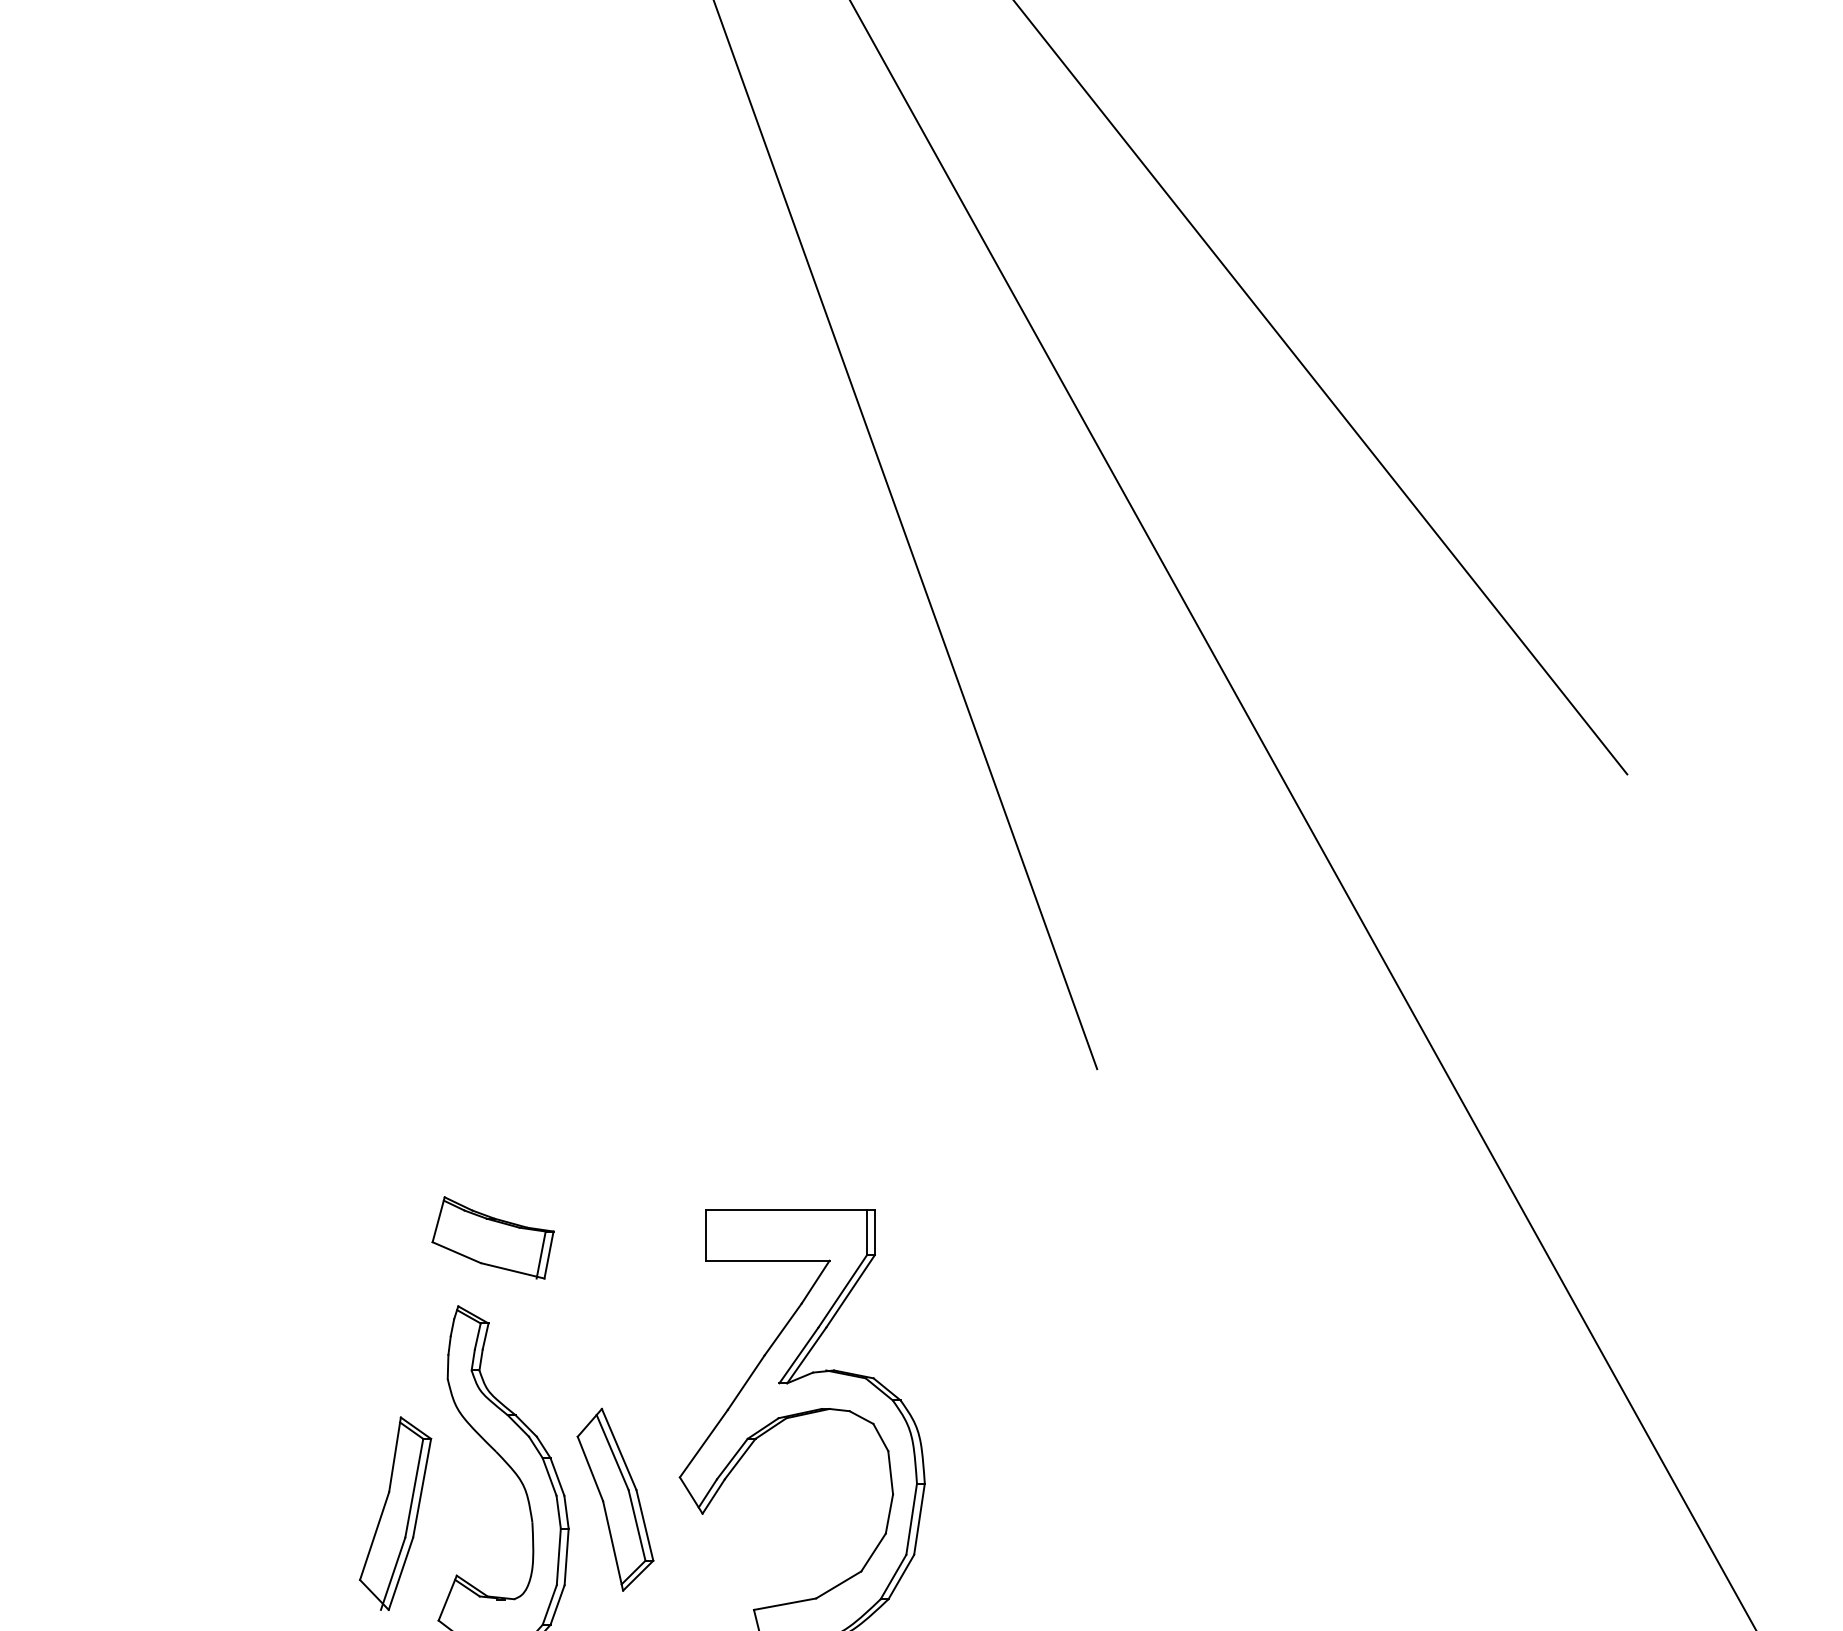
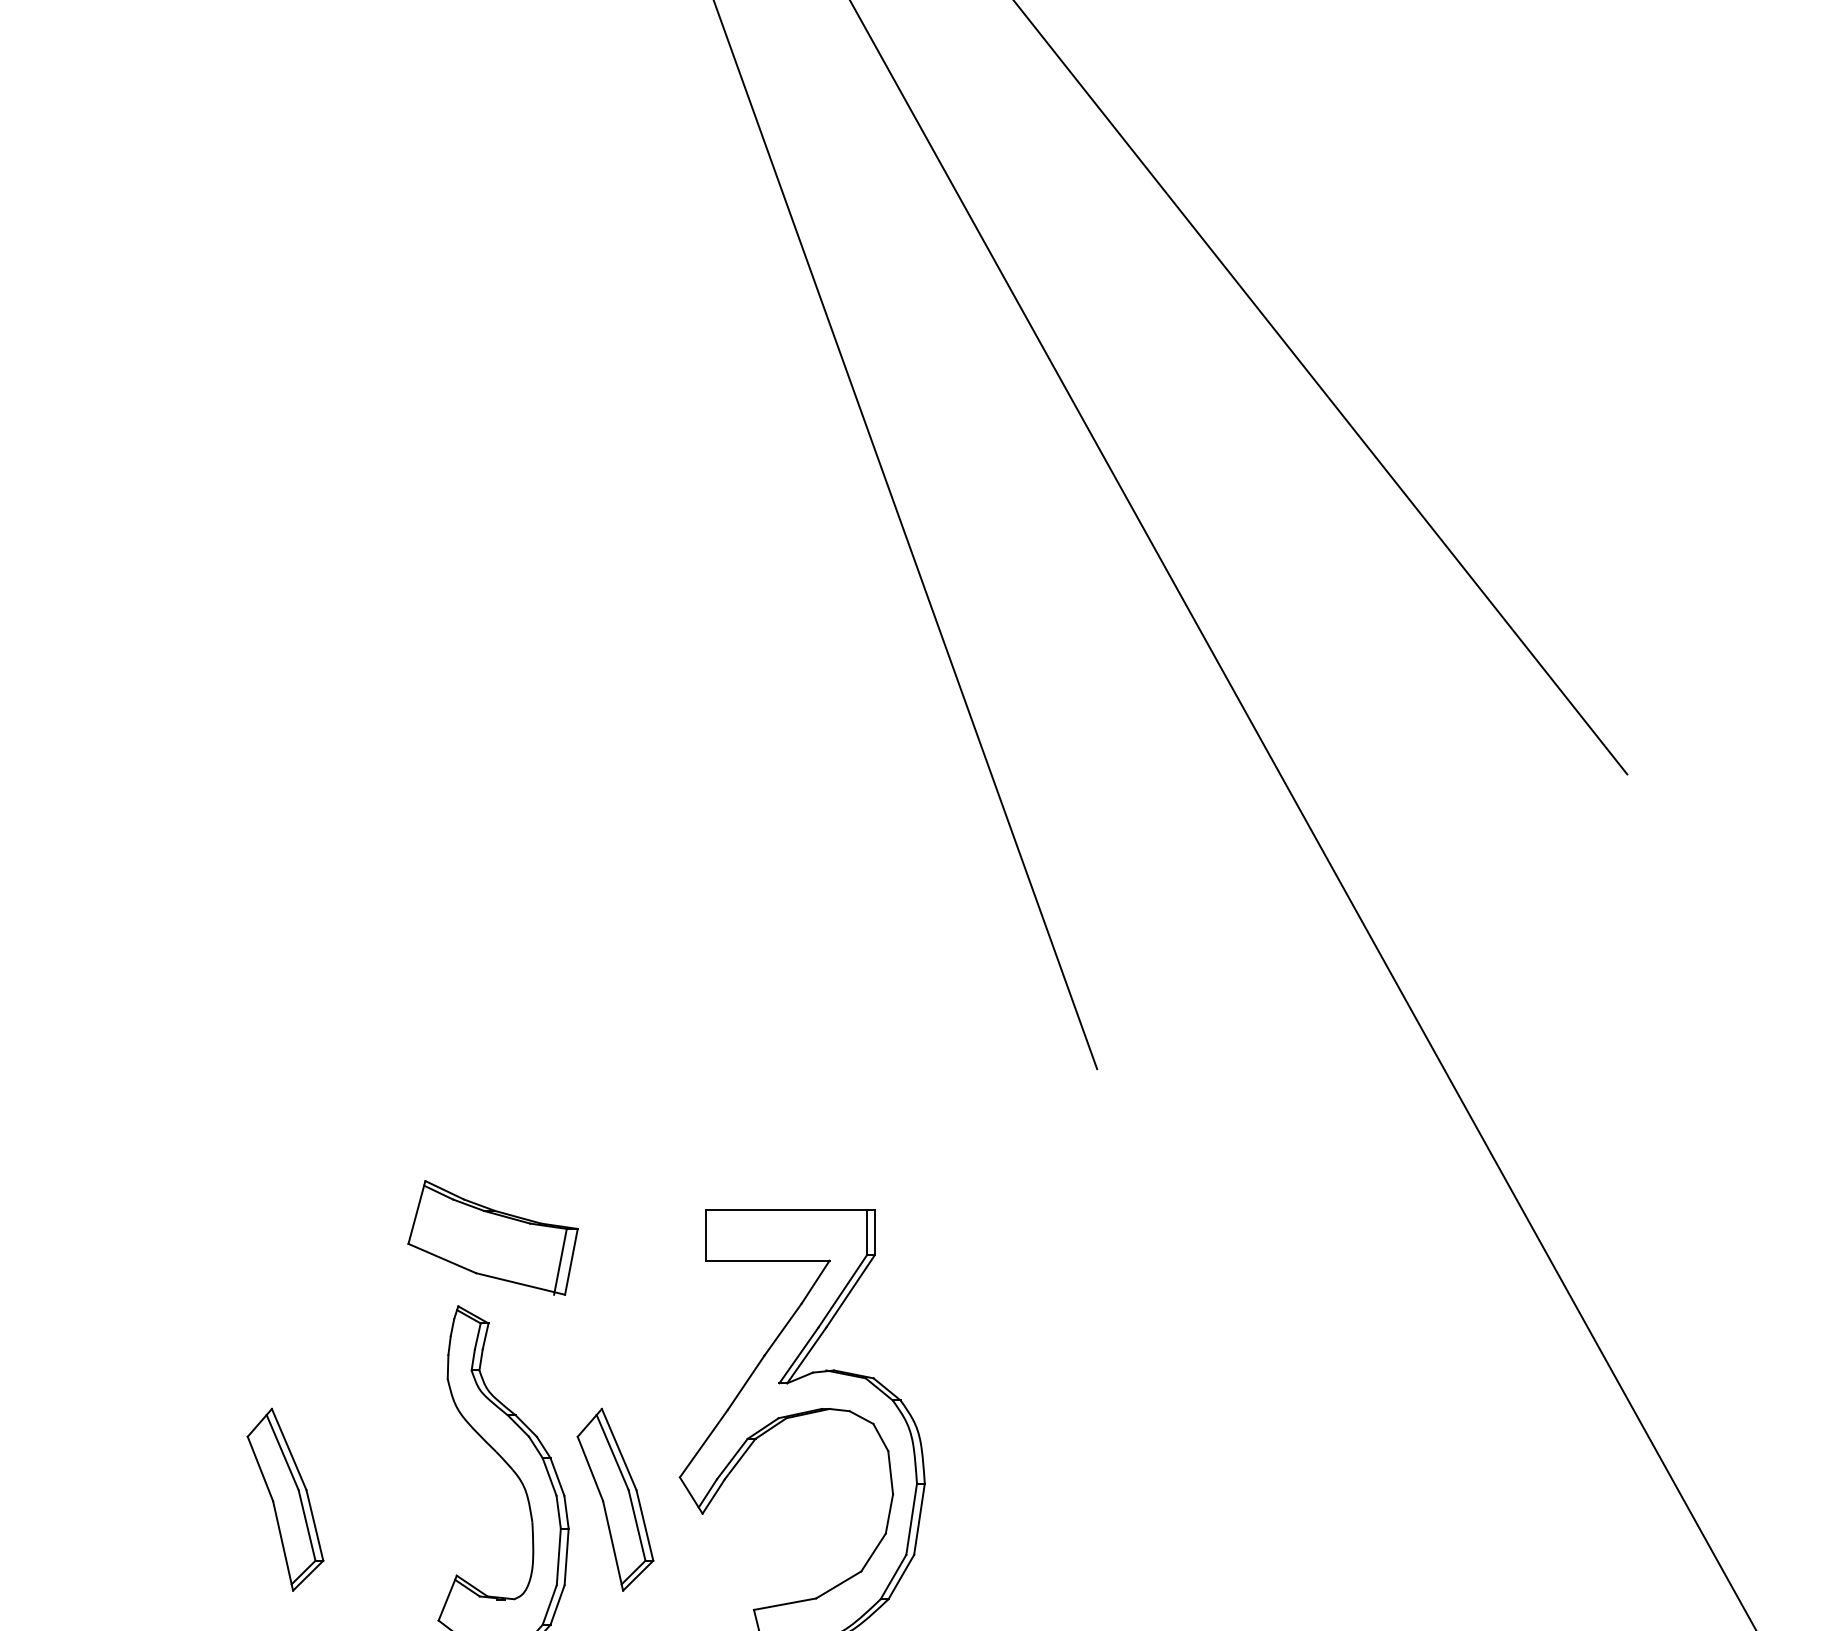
part at (492, 1237) size: 124x84 px -> 172x116 px
part at (285, 1499): none -> present
part at (395, 1513): present -> none
